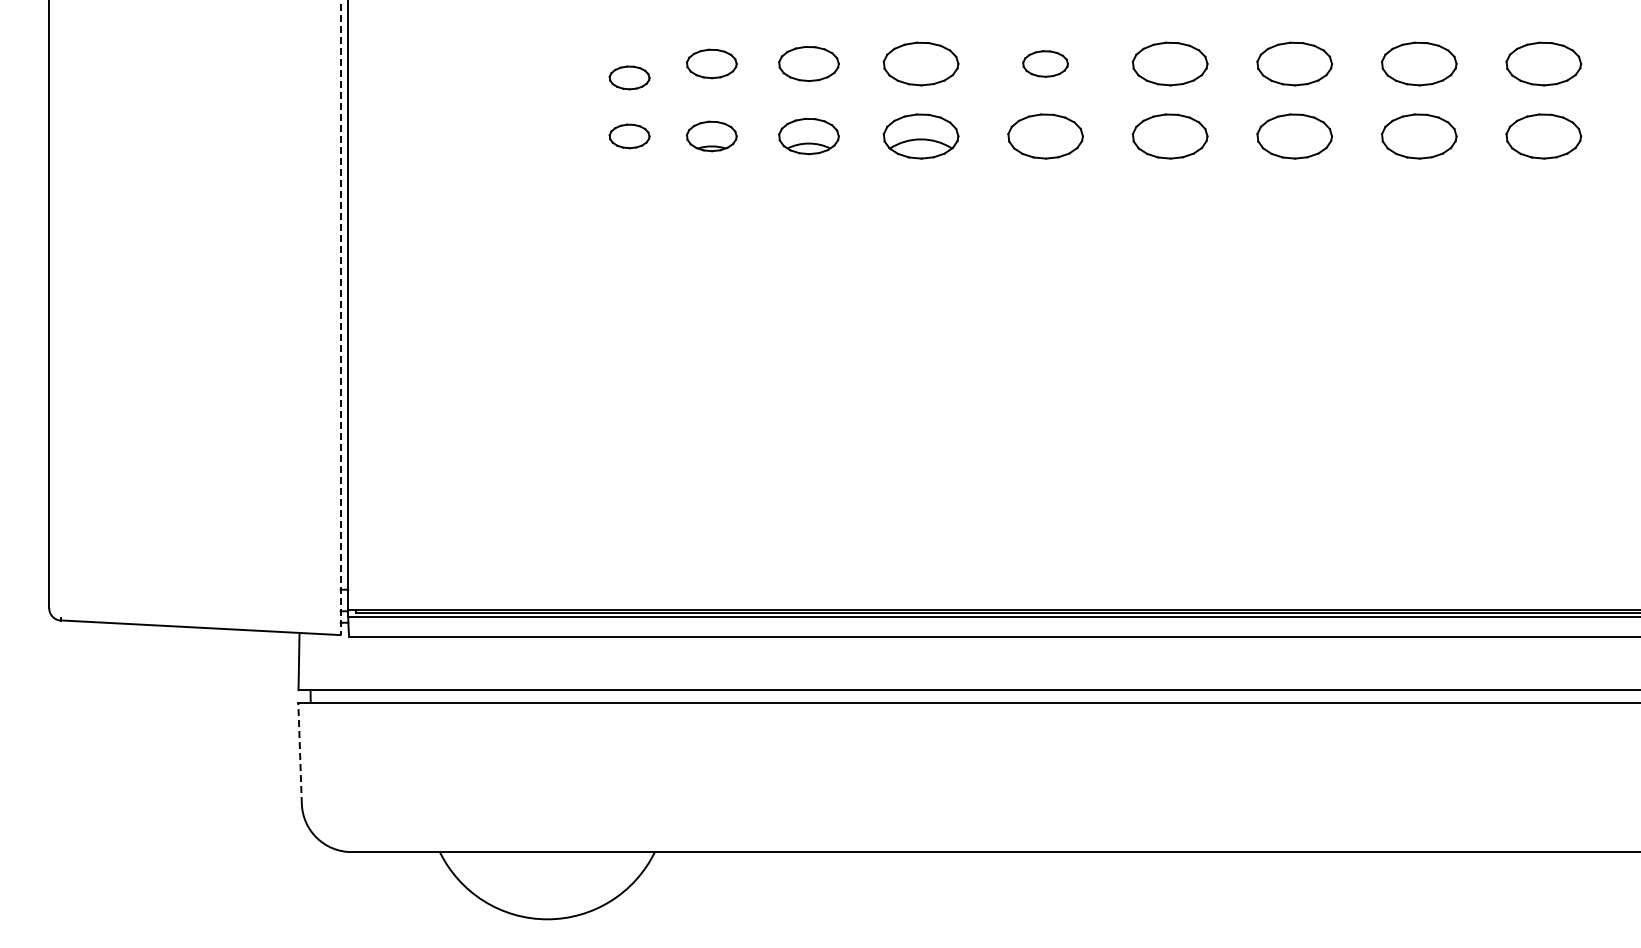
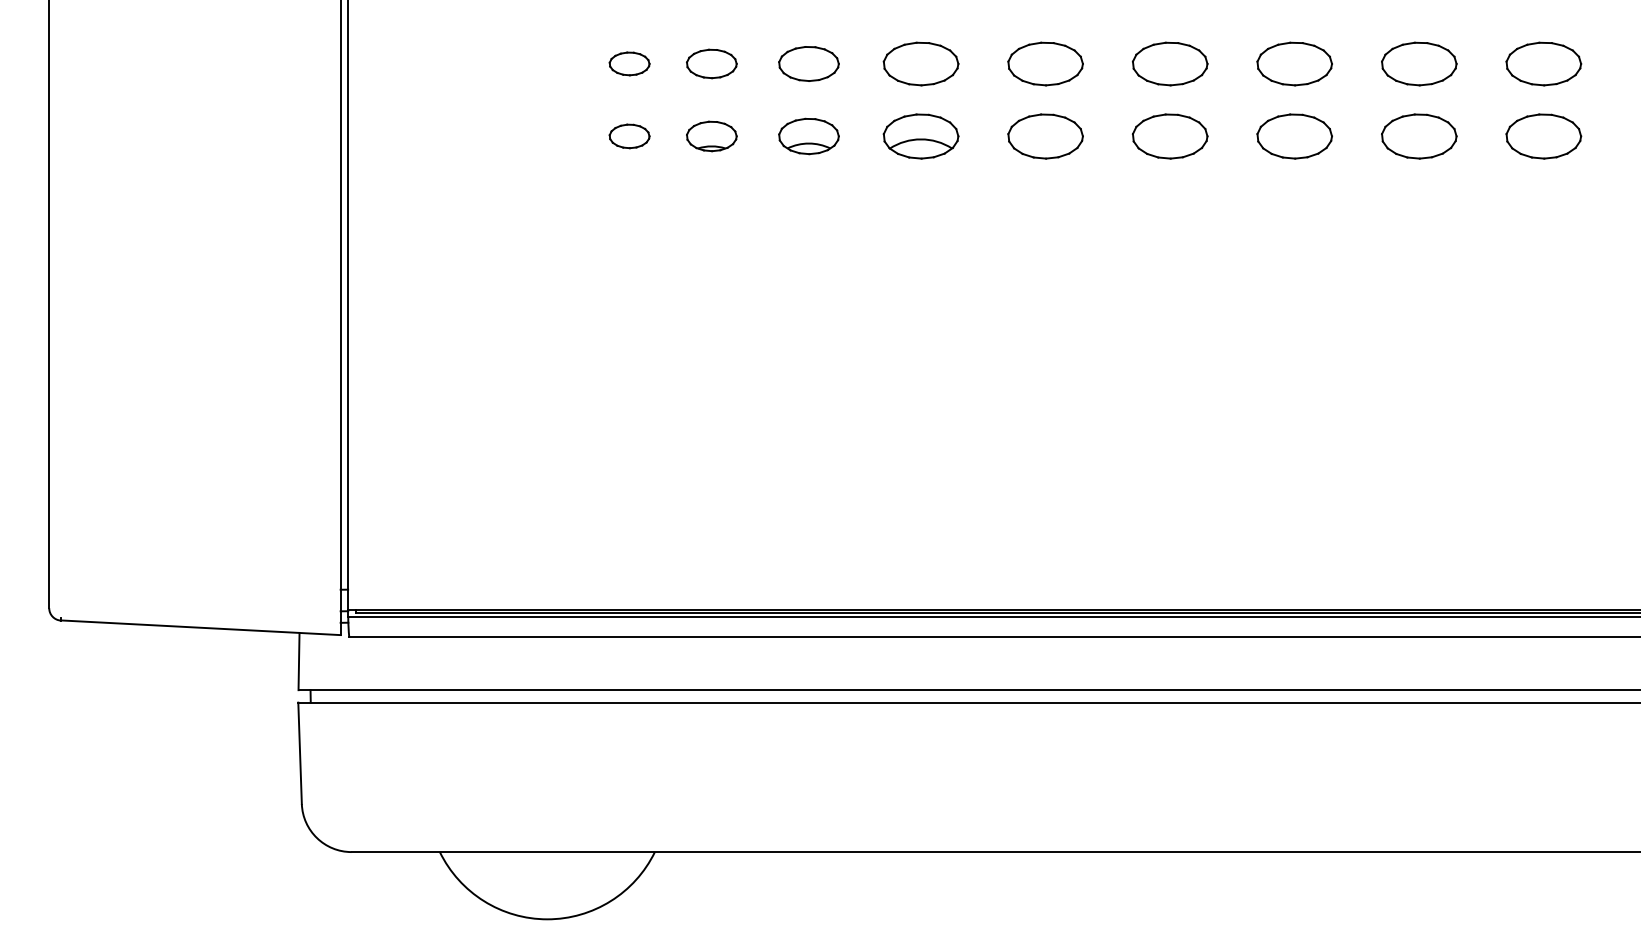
part at (1045, 63) size: 47x28 px -> 77x46 px
part at (629, 77) position: (629, 77) -> (629, 63)
line at (340, 318): dashed -> solid
line at (300, 753): dashed -> solid
